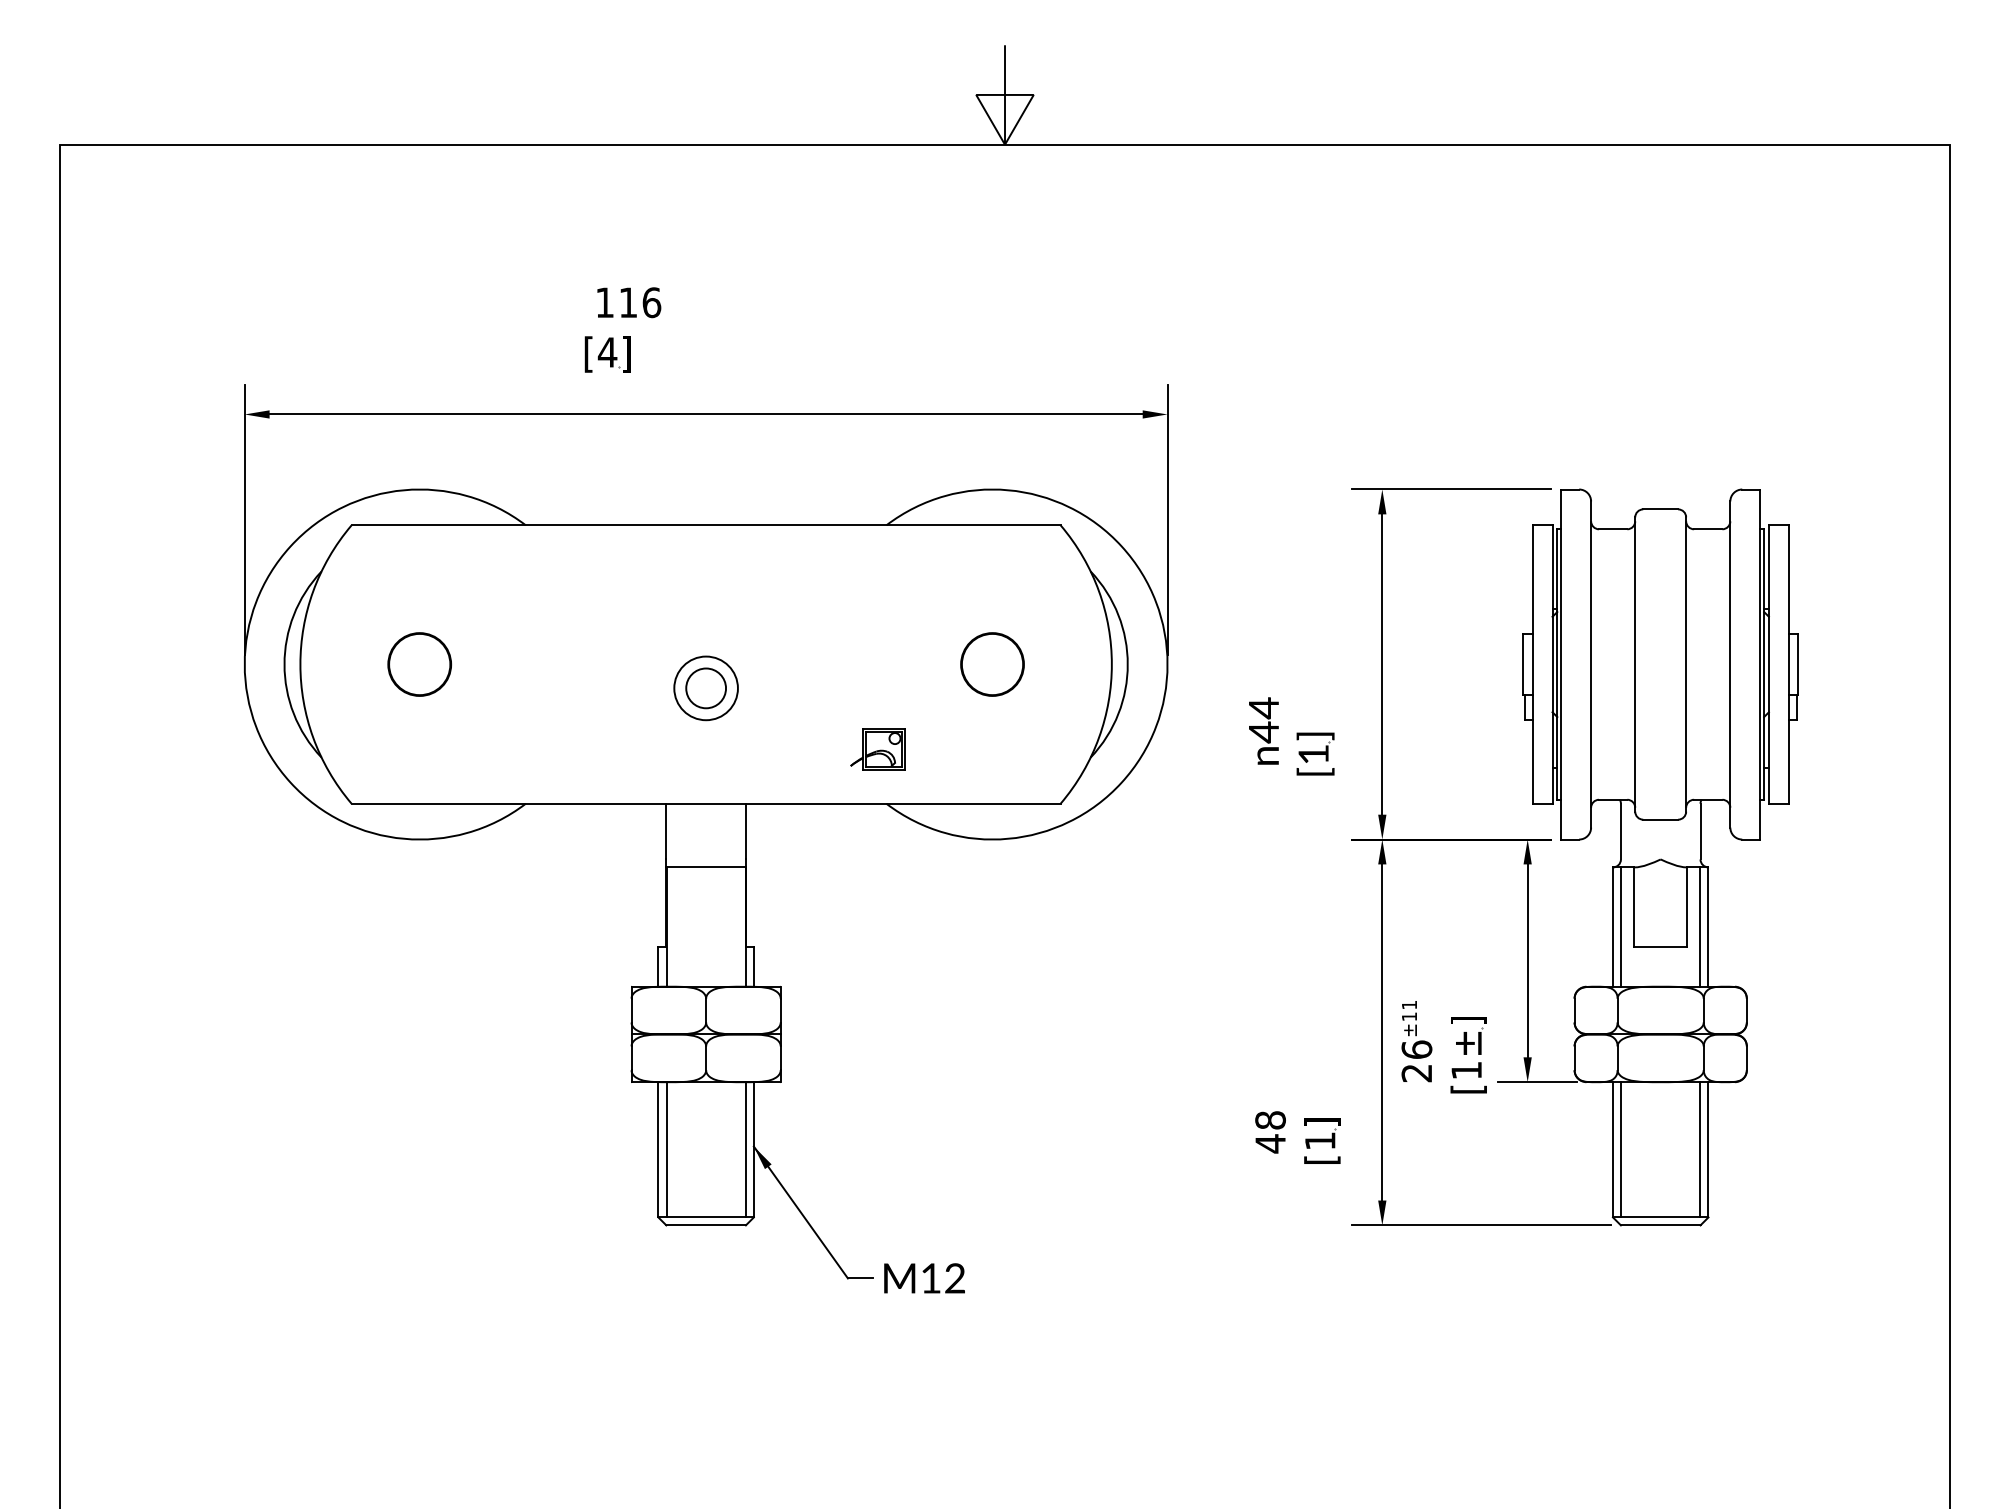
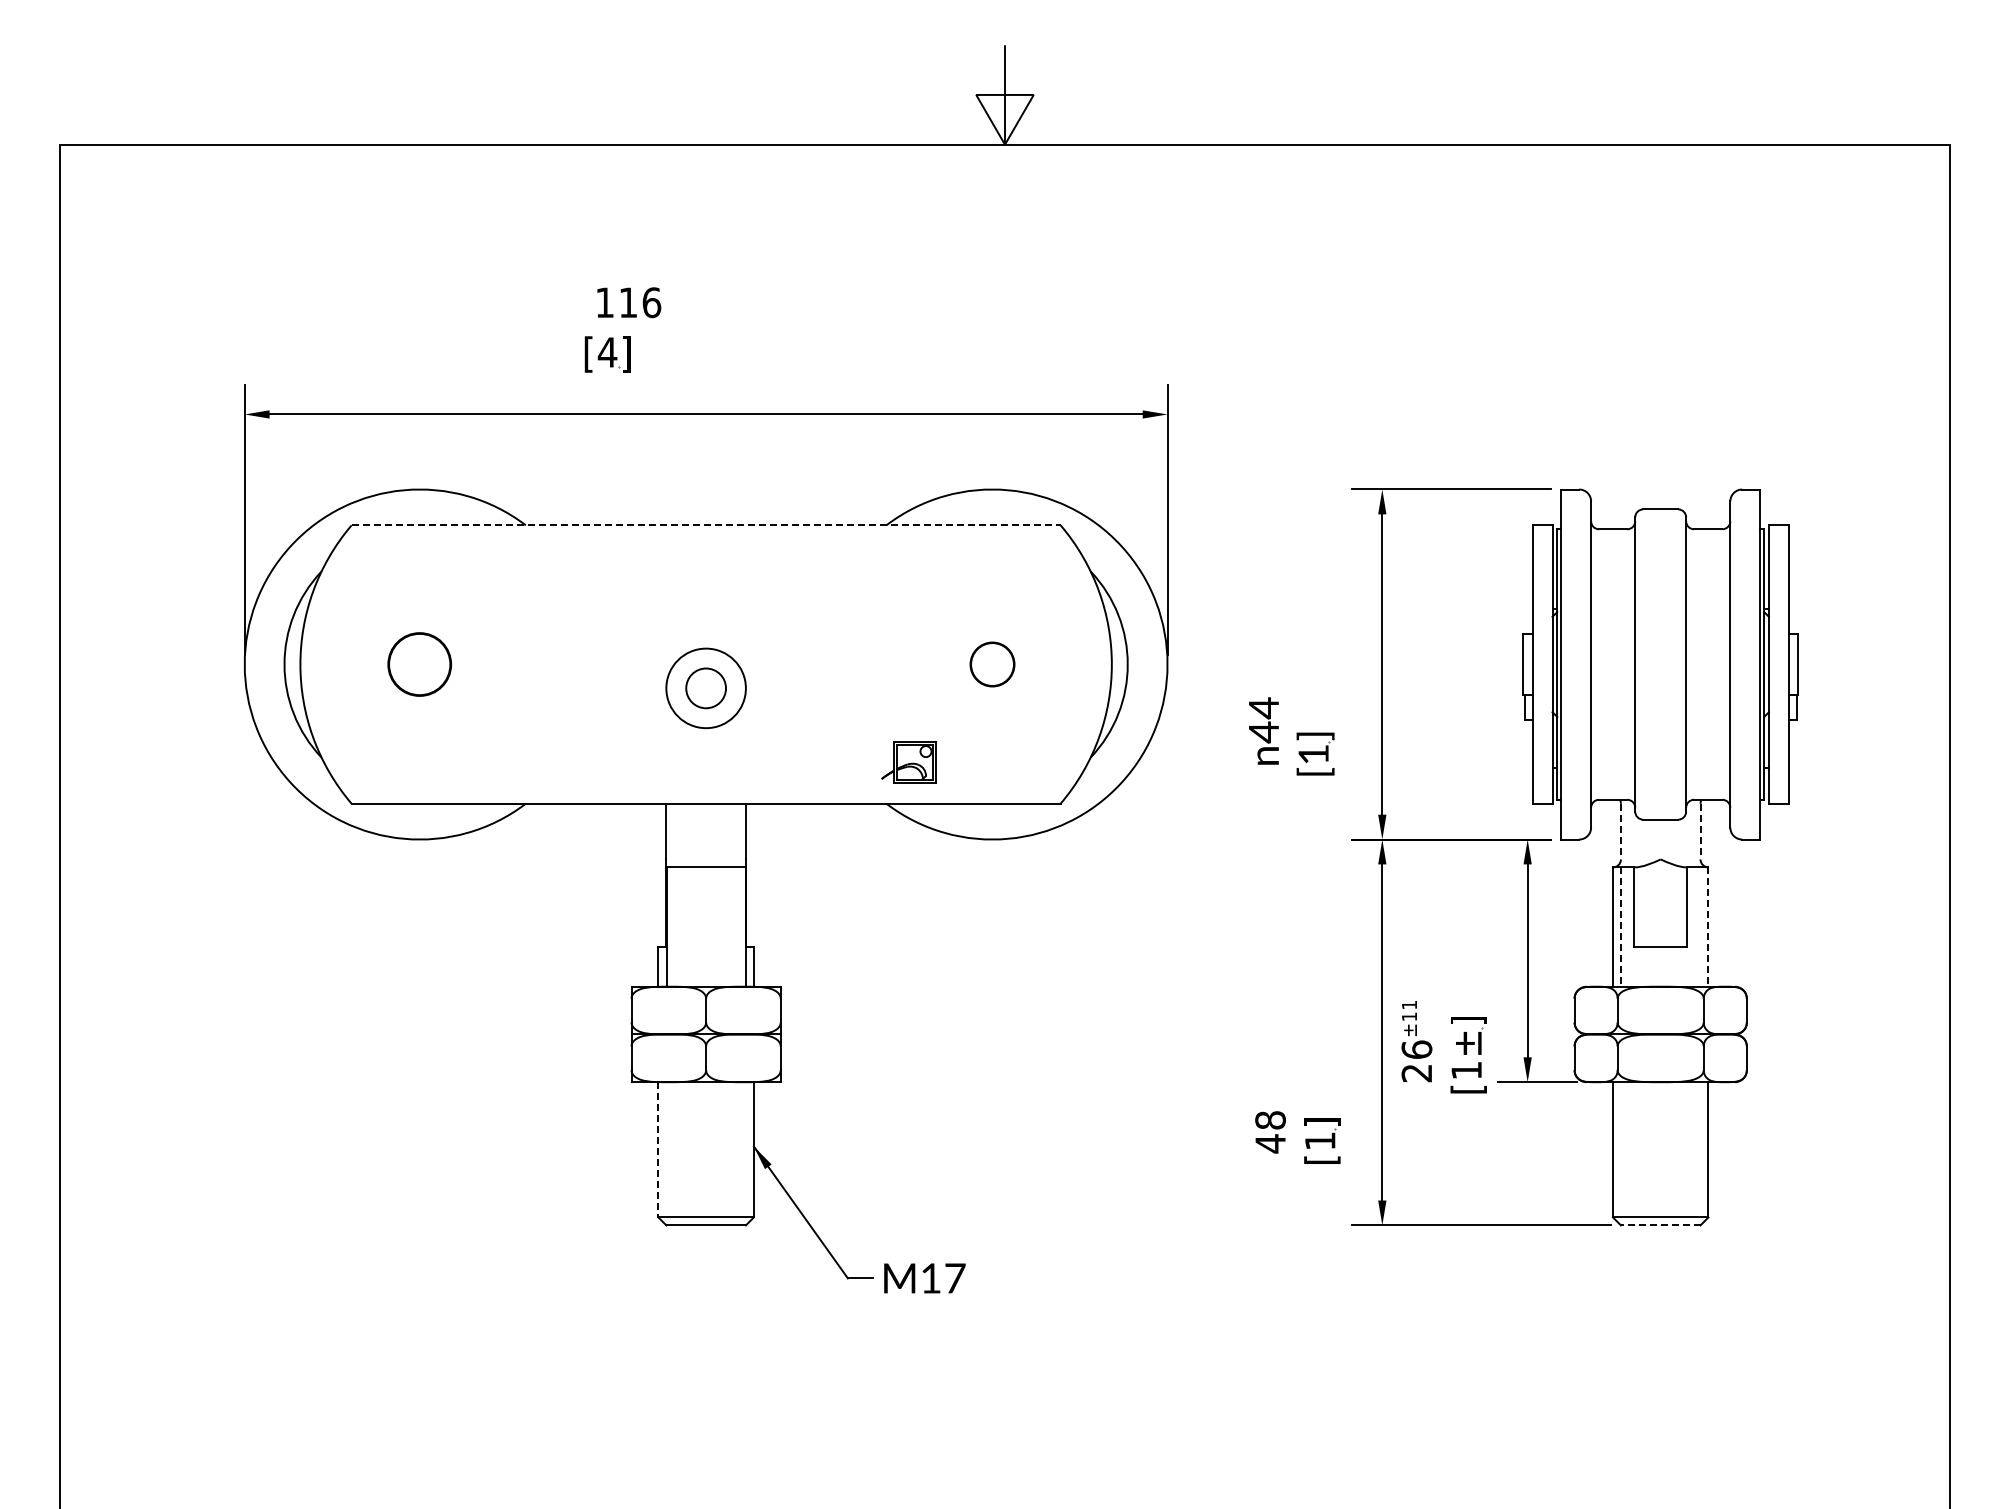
line at (706, 525): solid -> dashed
circle at (992, 664) size: 65x65 px -> 47x47 px
circle at (705, 688) diameter: 64 px -> 80 px
part at (877, 749) position: (877, 749) -> (908, 762)
line at (1620, 831): solid -> dashed
line at (1700, 831): solid -> dashed
line at (1700, 926): present -> none
line at (1621, 927): solid -> dashed
line at (1708, 927): solid -> dashed
line at (658, 1149): solid -> dashed
line at (666, 1149): present -> none
line at (745, 1149): present -> none
line at (1621, 1149): present -> none
line at (1700, 1149): present -> none
line at (1660, 1225): solid -> dashed
text at (955, 1278): M12 -> M17
